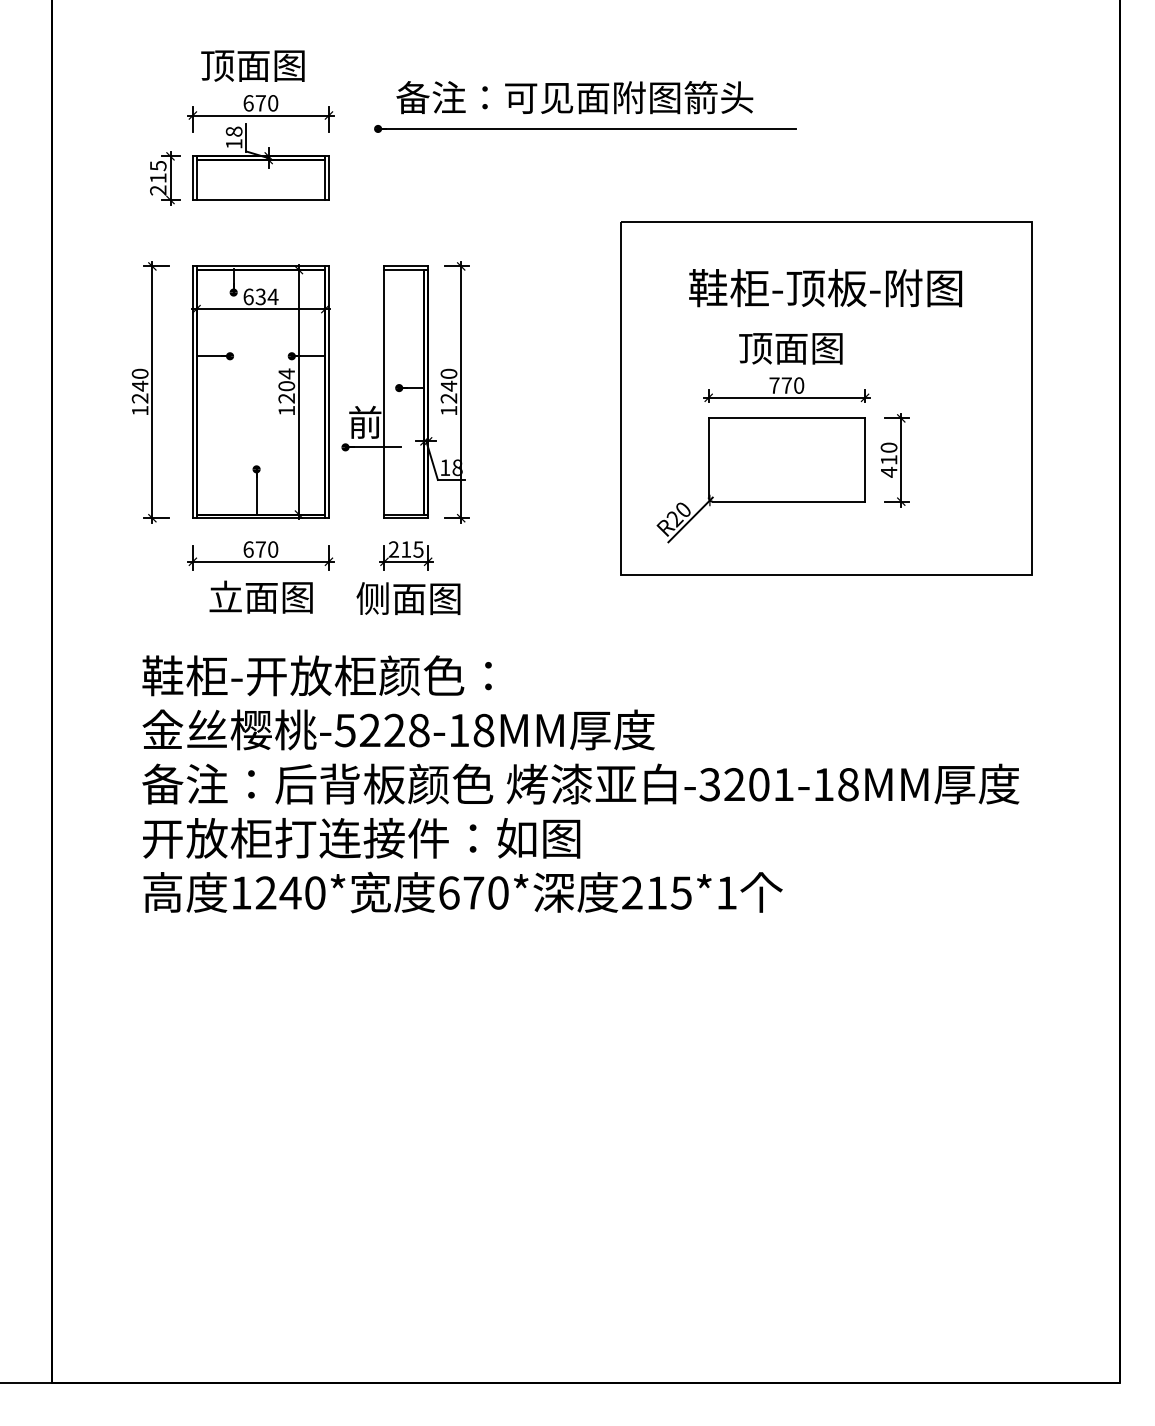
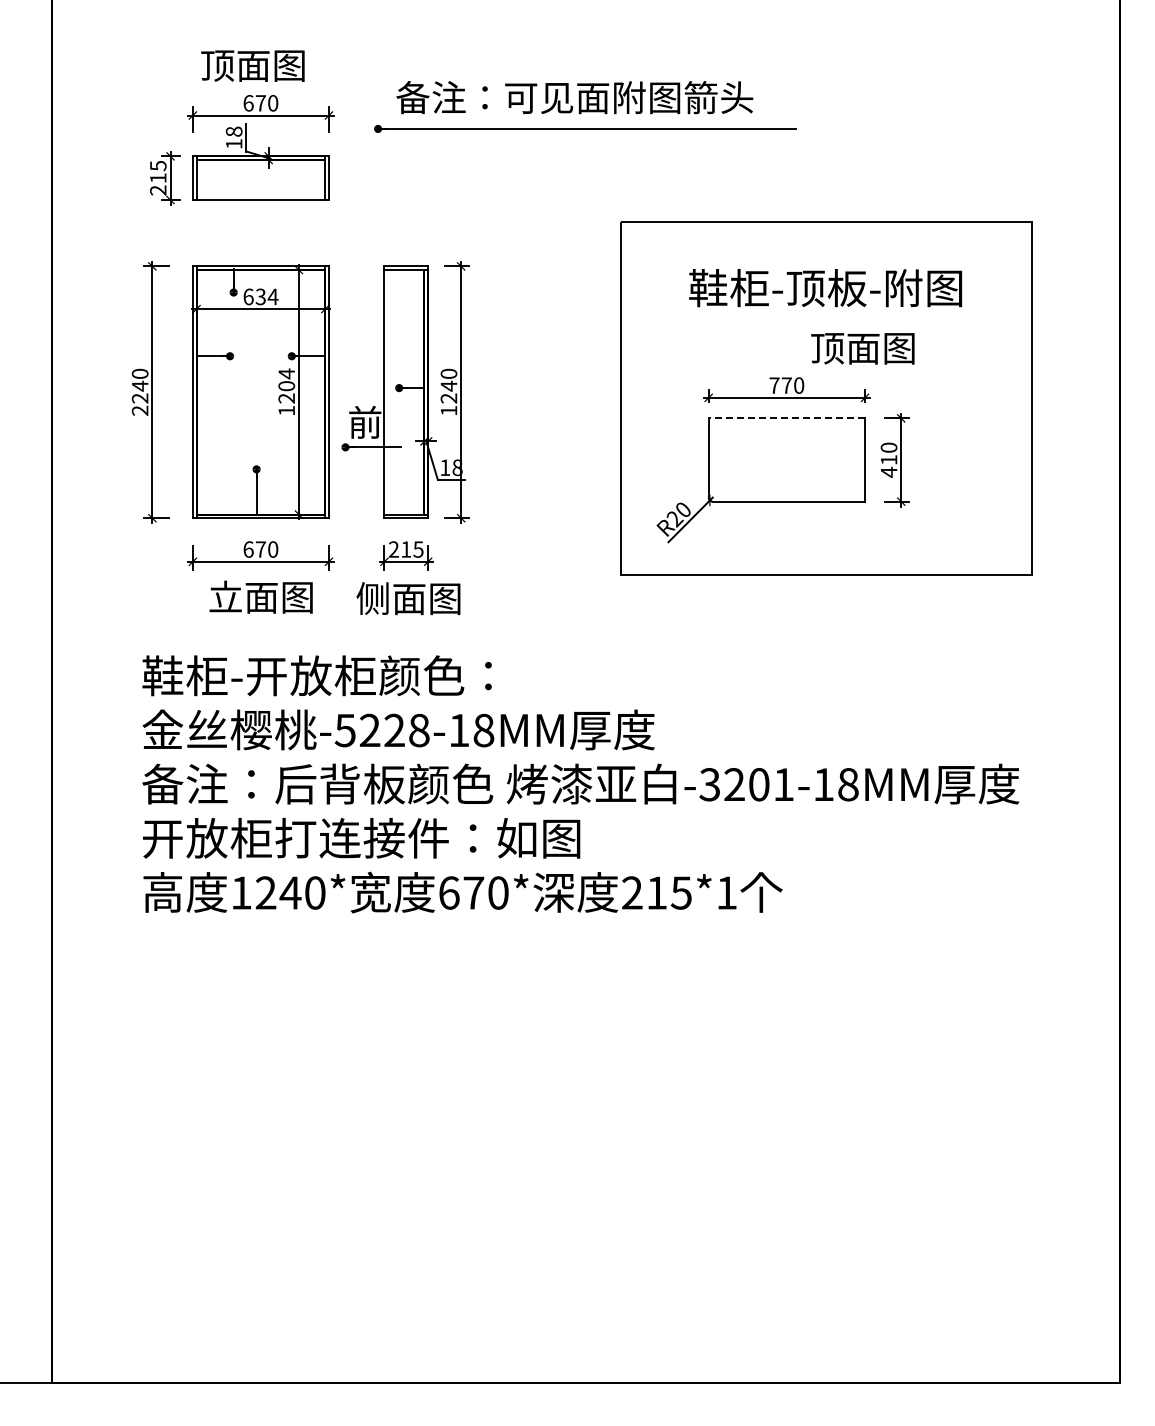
text at (790, 348) position: (790, 348) -> (862, 348)
text at (139, 410): 1240 -> 2240
line at (786, 418): solid -> dashed
